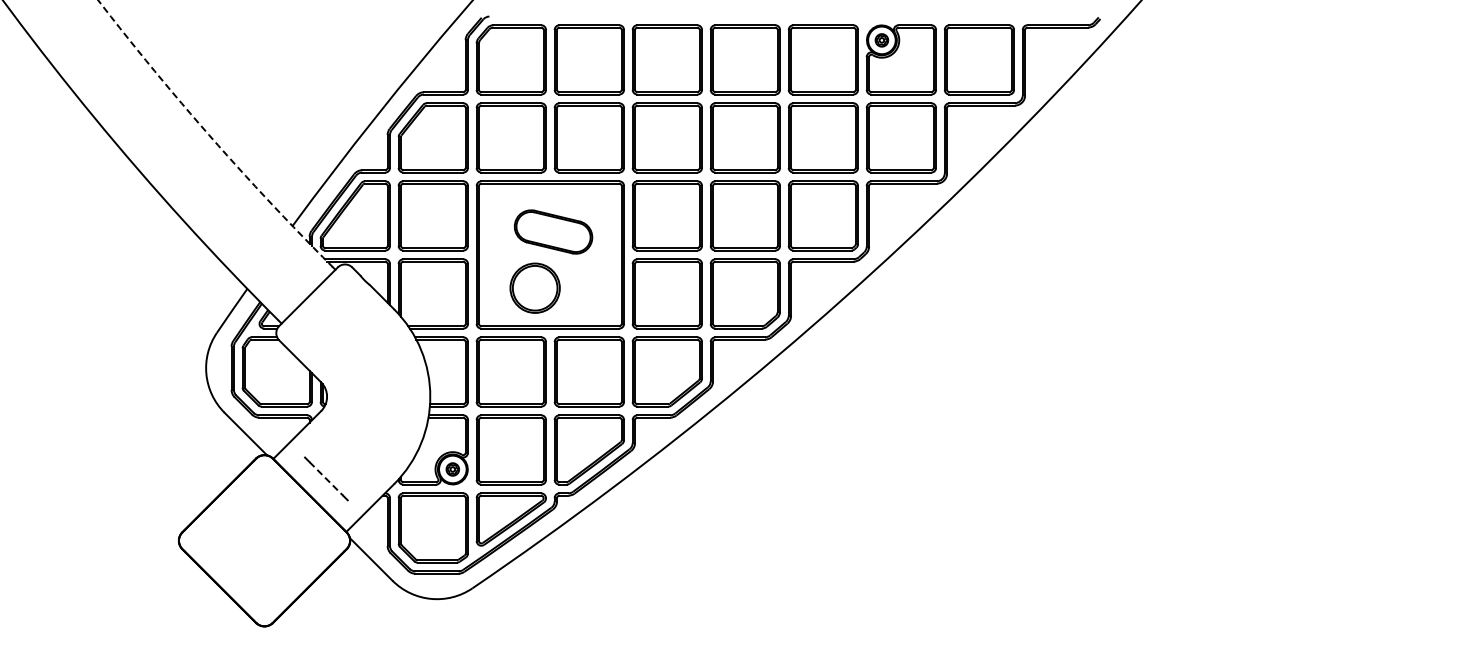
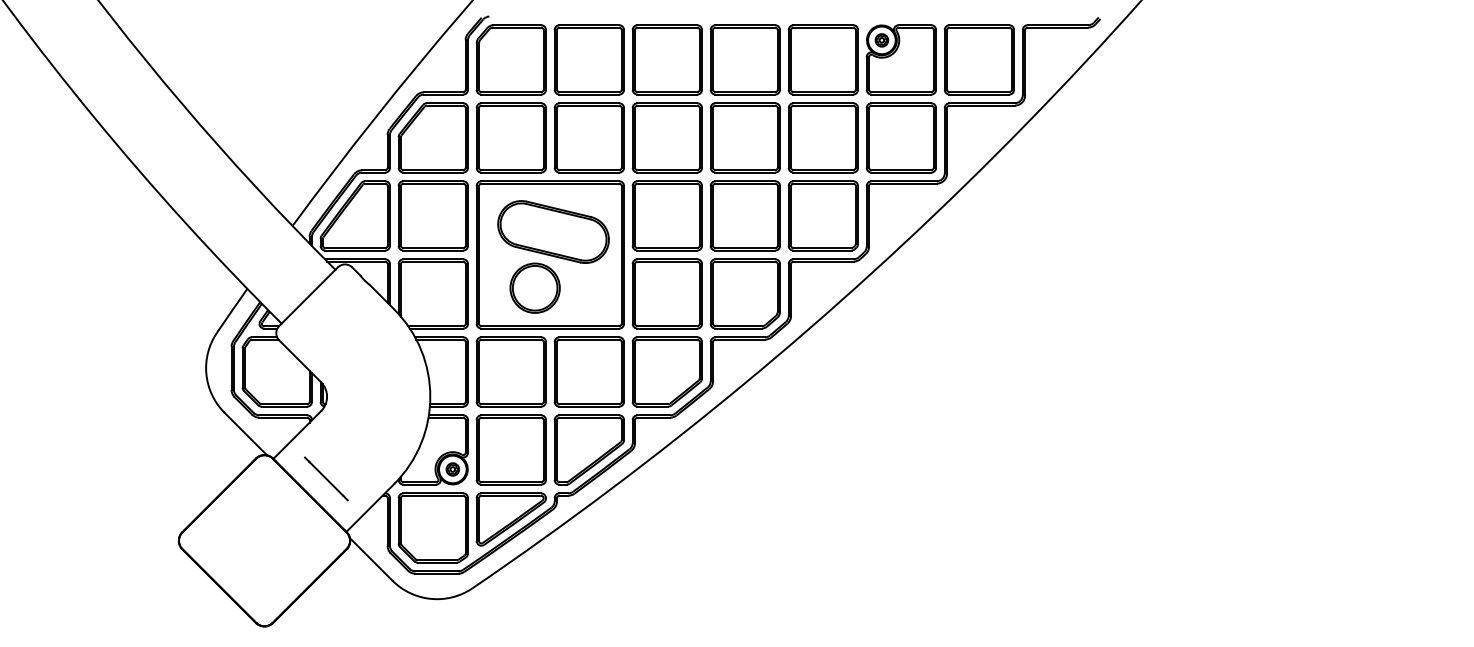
arc at (211, 137): dashed -> solid
part at (553, 231) size: 81x46 px -> 113x64 px
line at (326, 478): dashed -> solid
